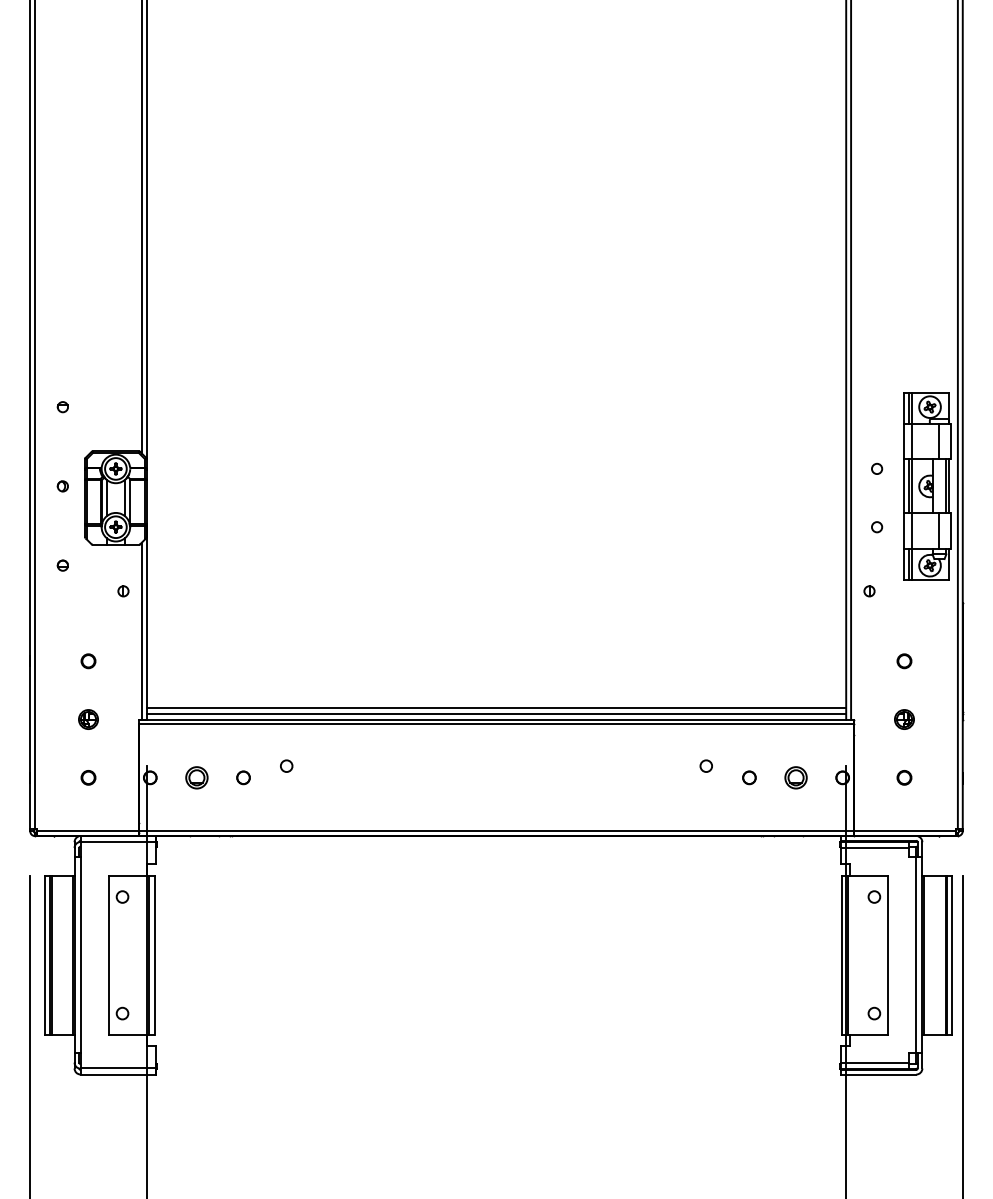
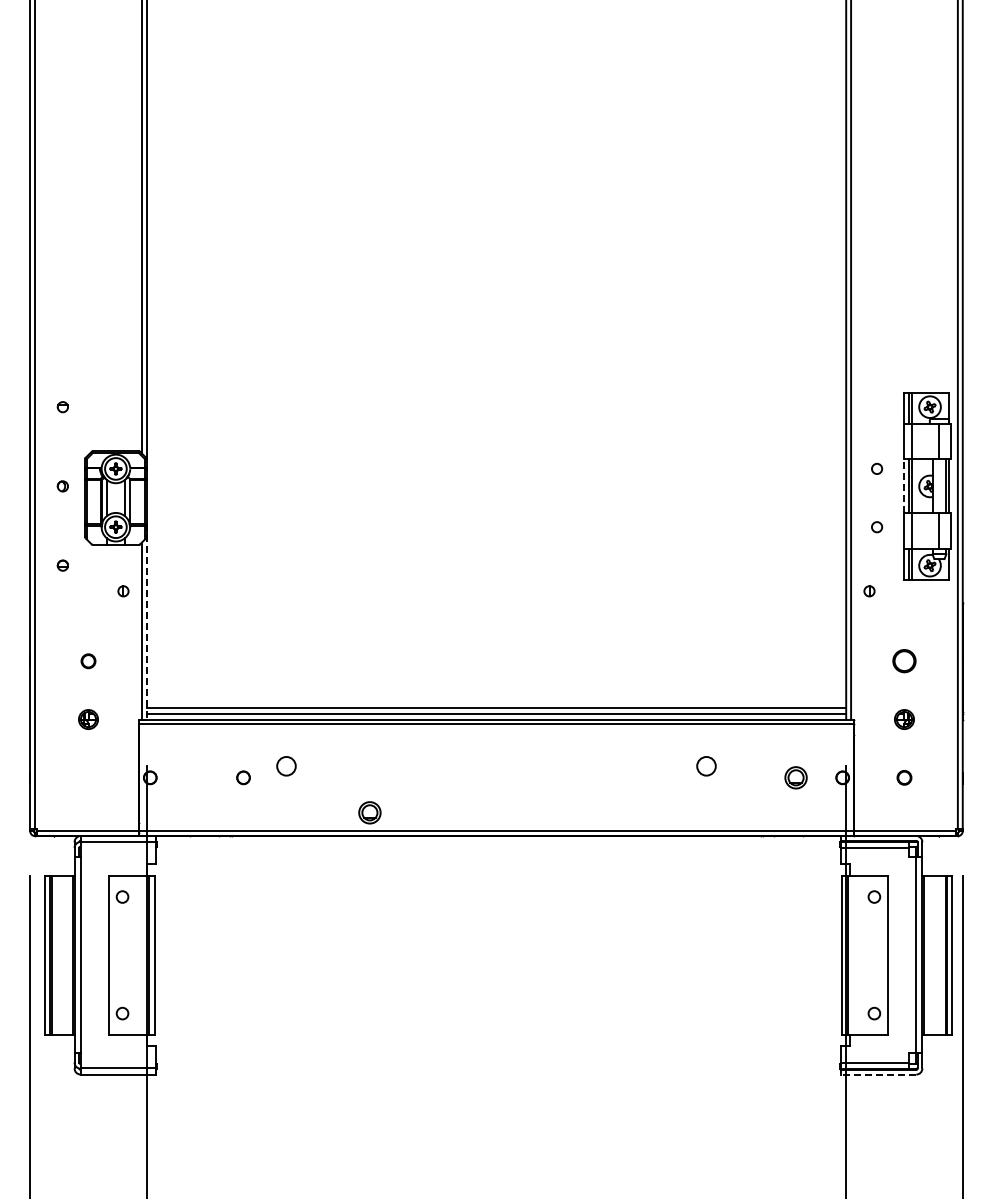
line at (904, 485): solid -> dashed
line at (146, 621): solid -> dashed
part at (904, 661) size: 17x17 px -> 25x25 px
circle at (286, 765) size: 14x14 px -> 21x21 px
circle at (705, 765) size: 14x14 px -> 21x21 px
part at (88, 777): present -> none
part at (196, 777) position: (196, 777) -> (369, 812)
part at (749, 777): present -> none
line at (878, 1074): solid -> dashed
